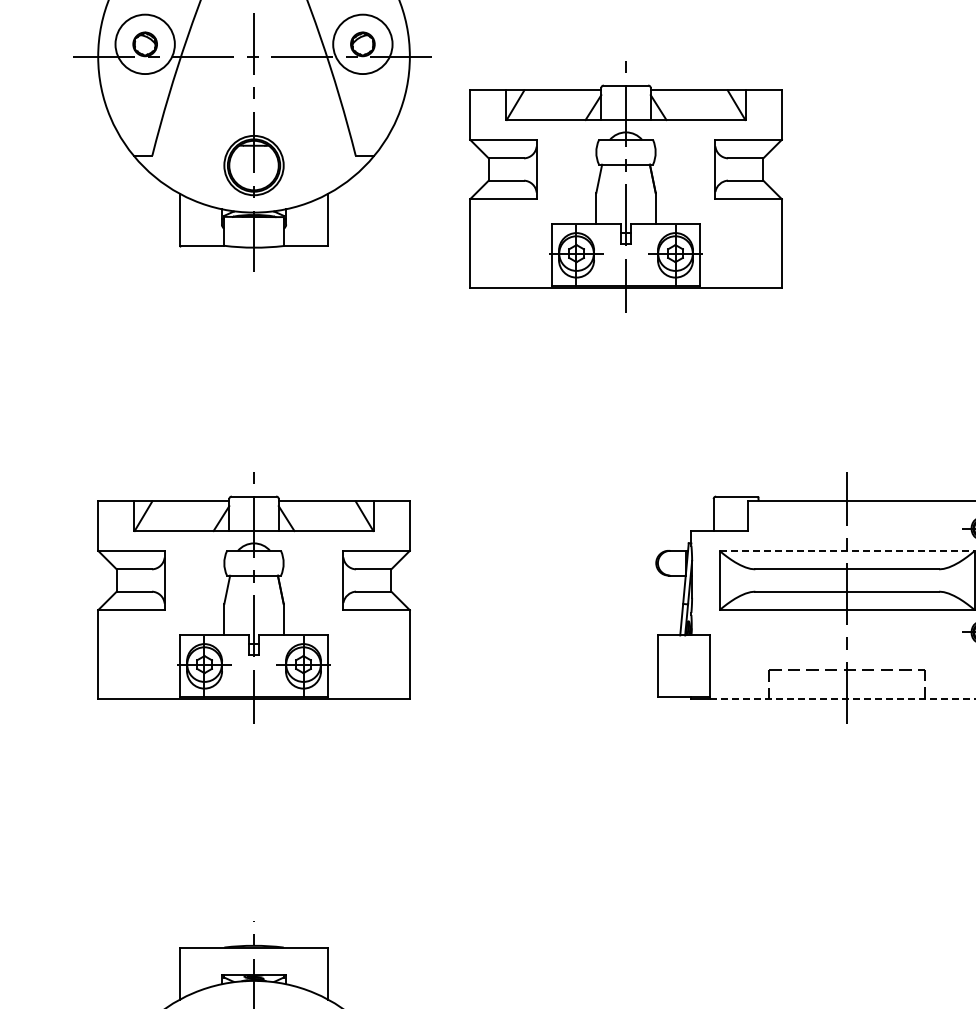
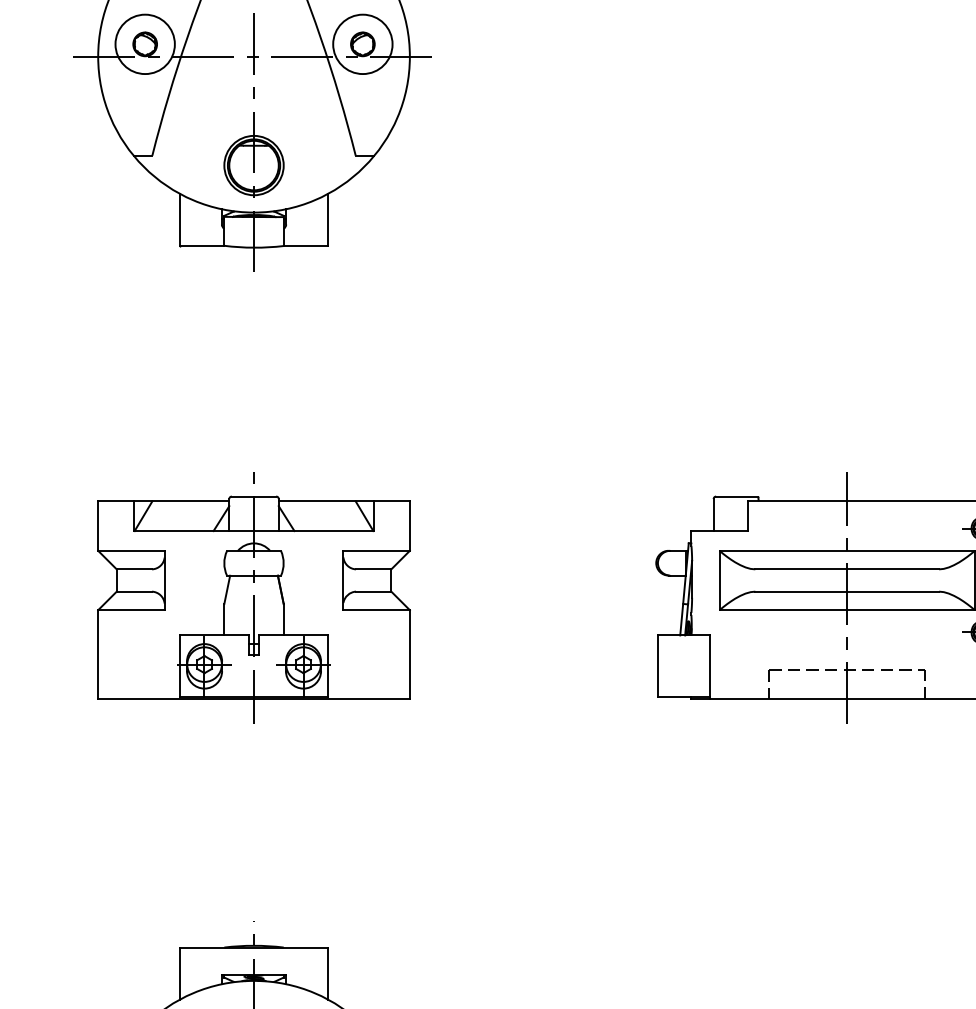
part at (625, 186): present -> none
line at (847, 550): dashed -> solid
line at (843, 699): dashed -> solid
